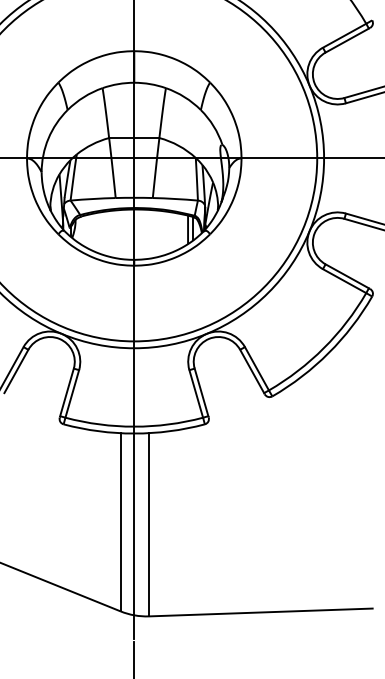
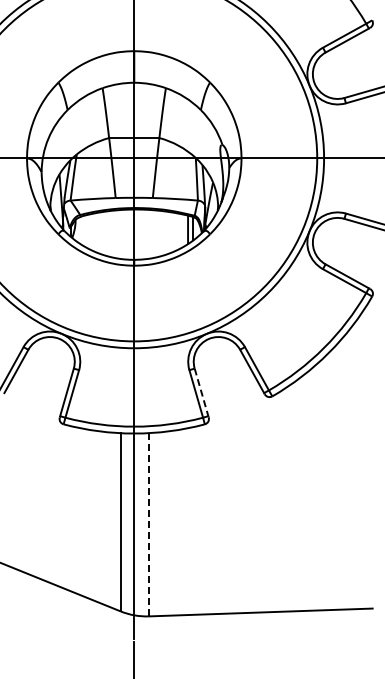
line at (201, 392): solid -> dashed
line at (148, 524): solid -> dashed
